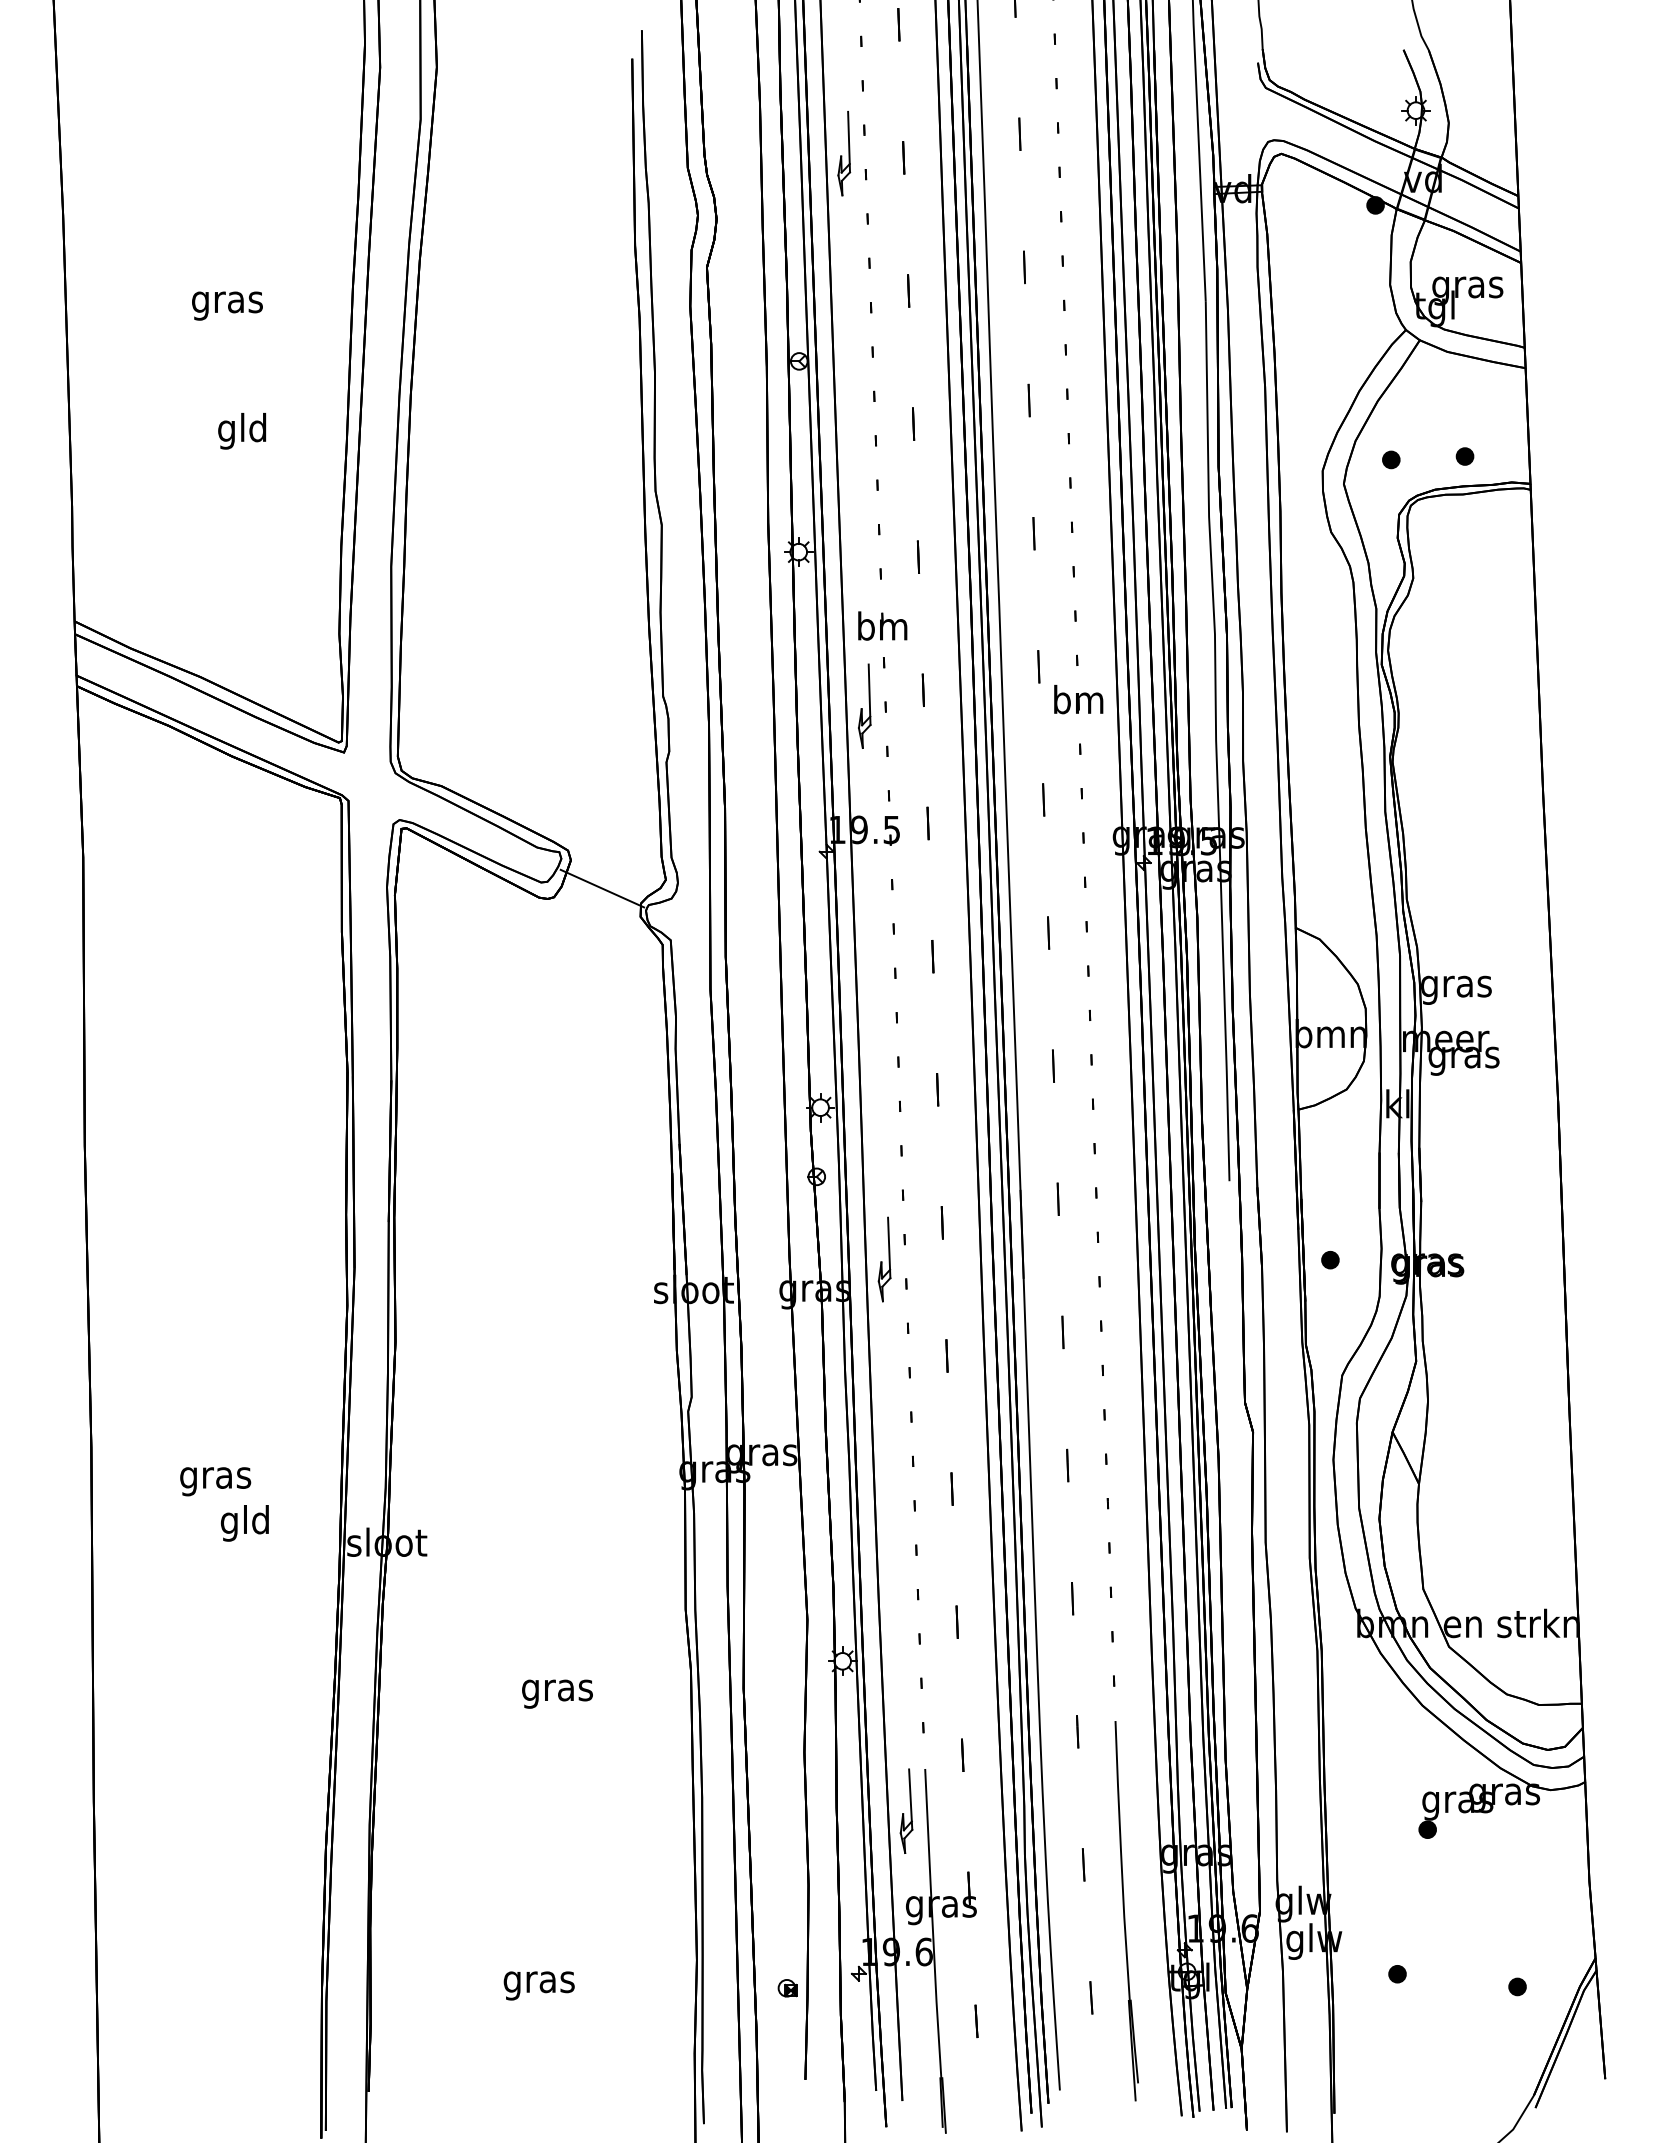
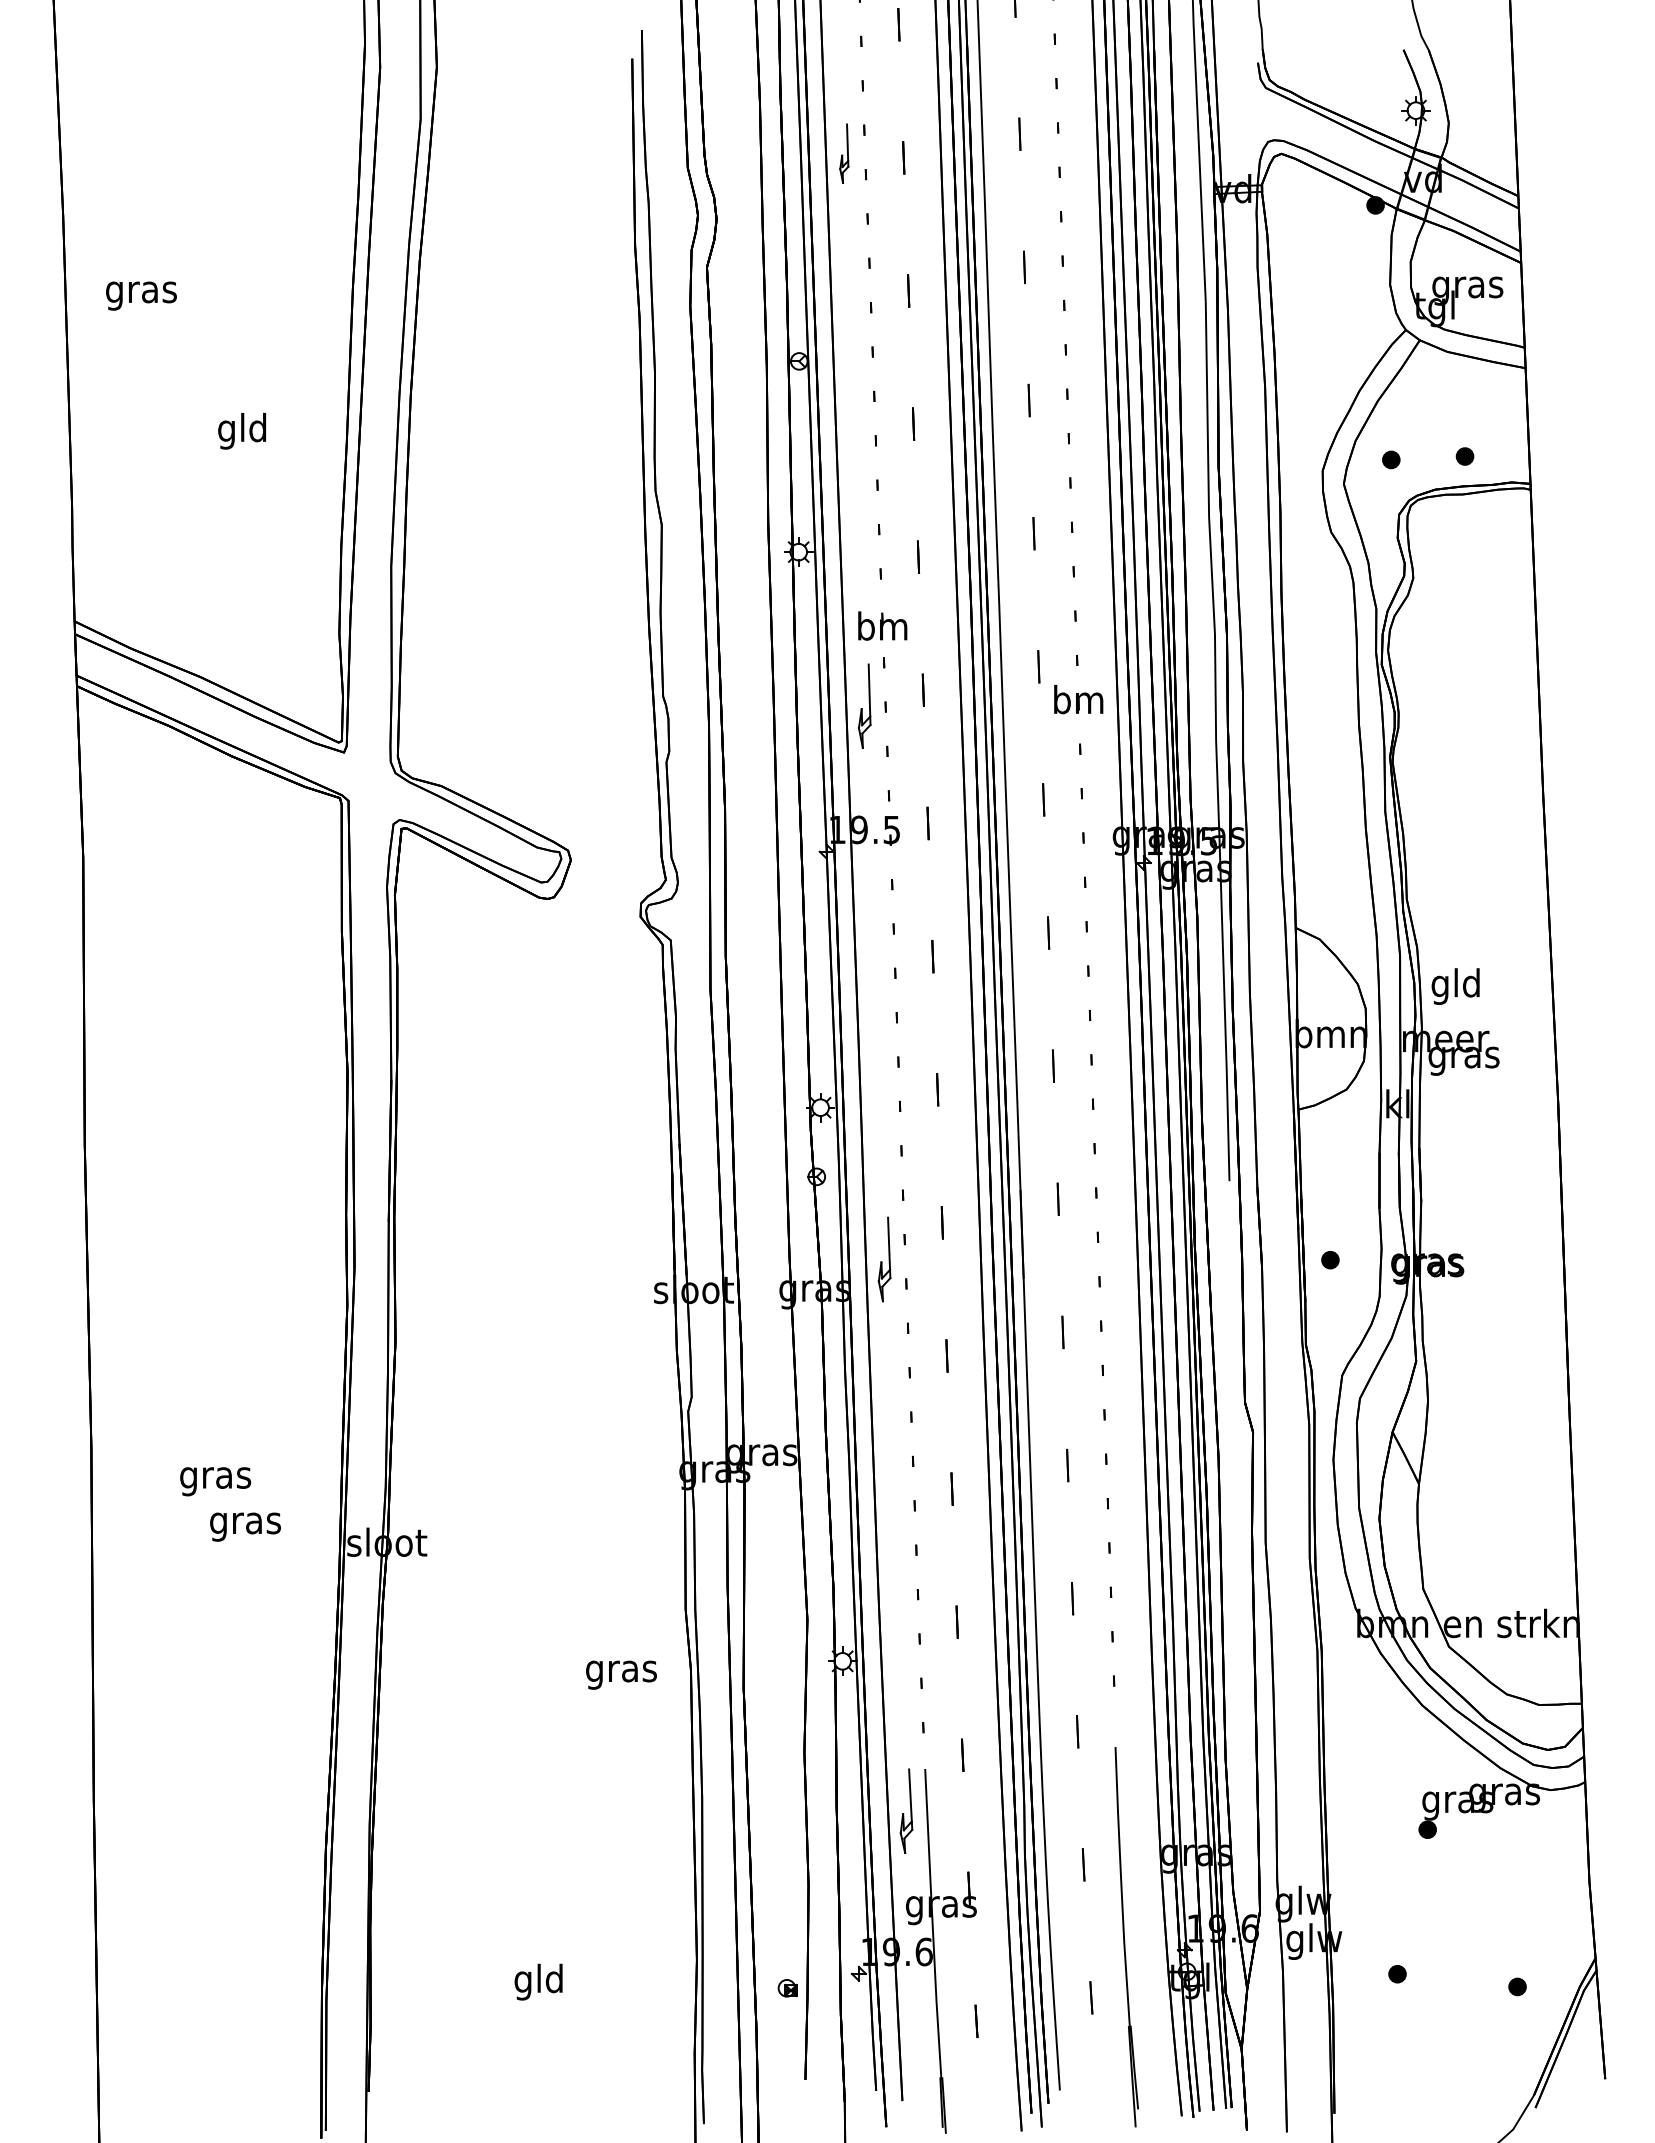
part at (844, 153) size: 15x86 px -> 11x61 px
text at (227, 305) position: (227, 305) -> (141, 295)
line at (602, 888): present -> none
text at (1456, 986): gras -> gld
text at (245, 1523): gld -> gras
text at (557, 1693) position: (557, 1693) -> (621, 1674)
part at (1126, 1911) position: (1126, 1911) -> (1126, 1937)
text at (538, 1981): gras -> gld
